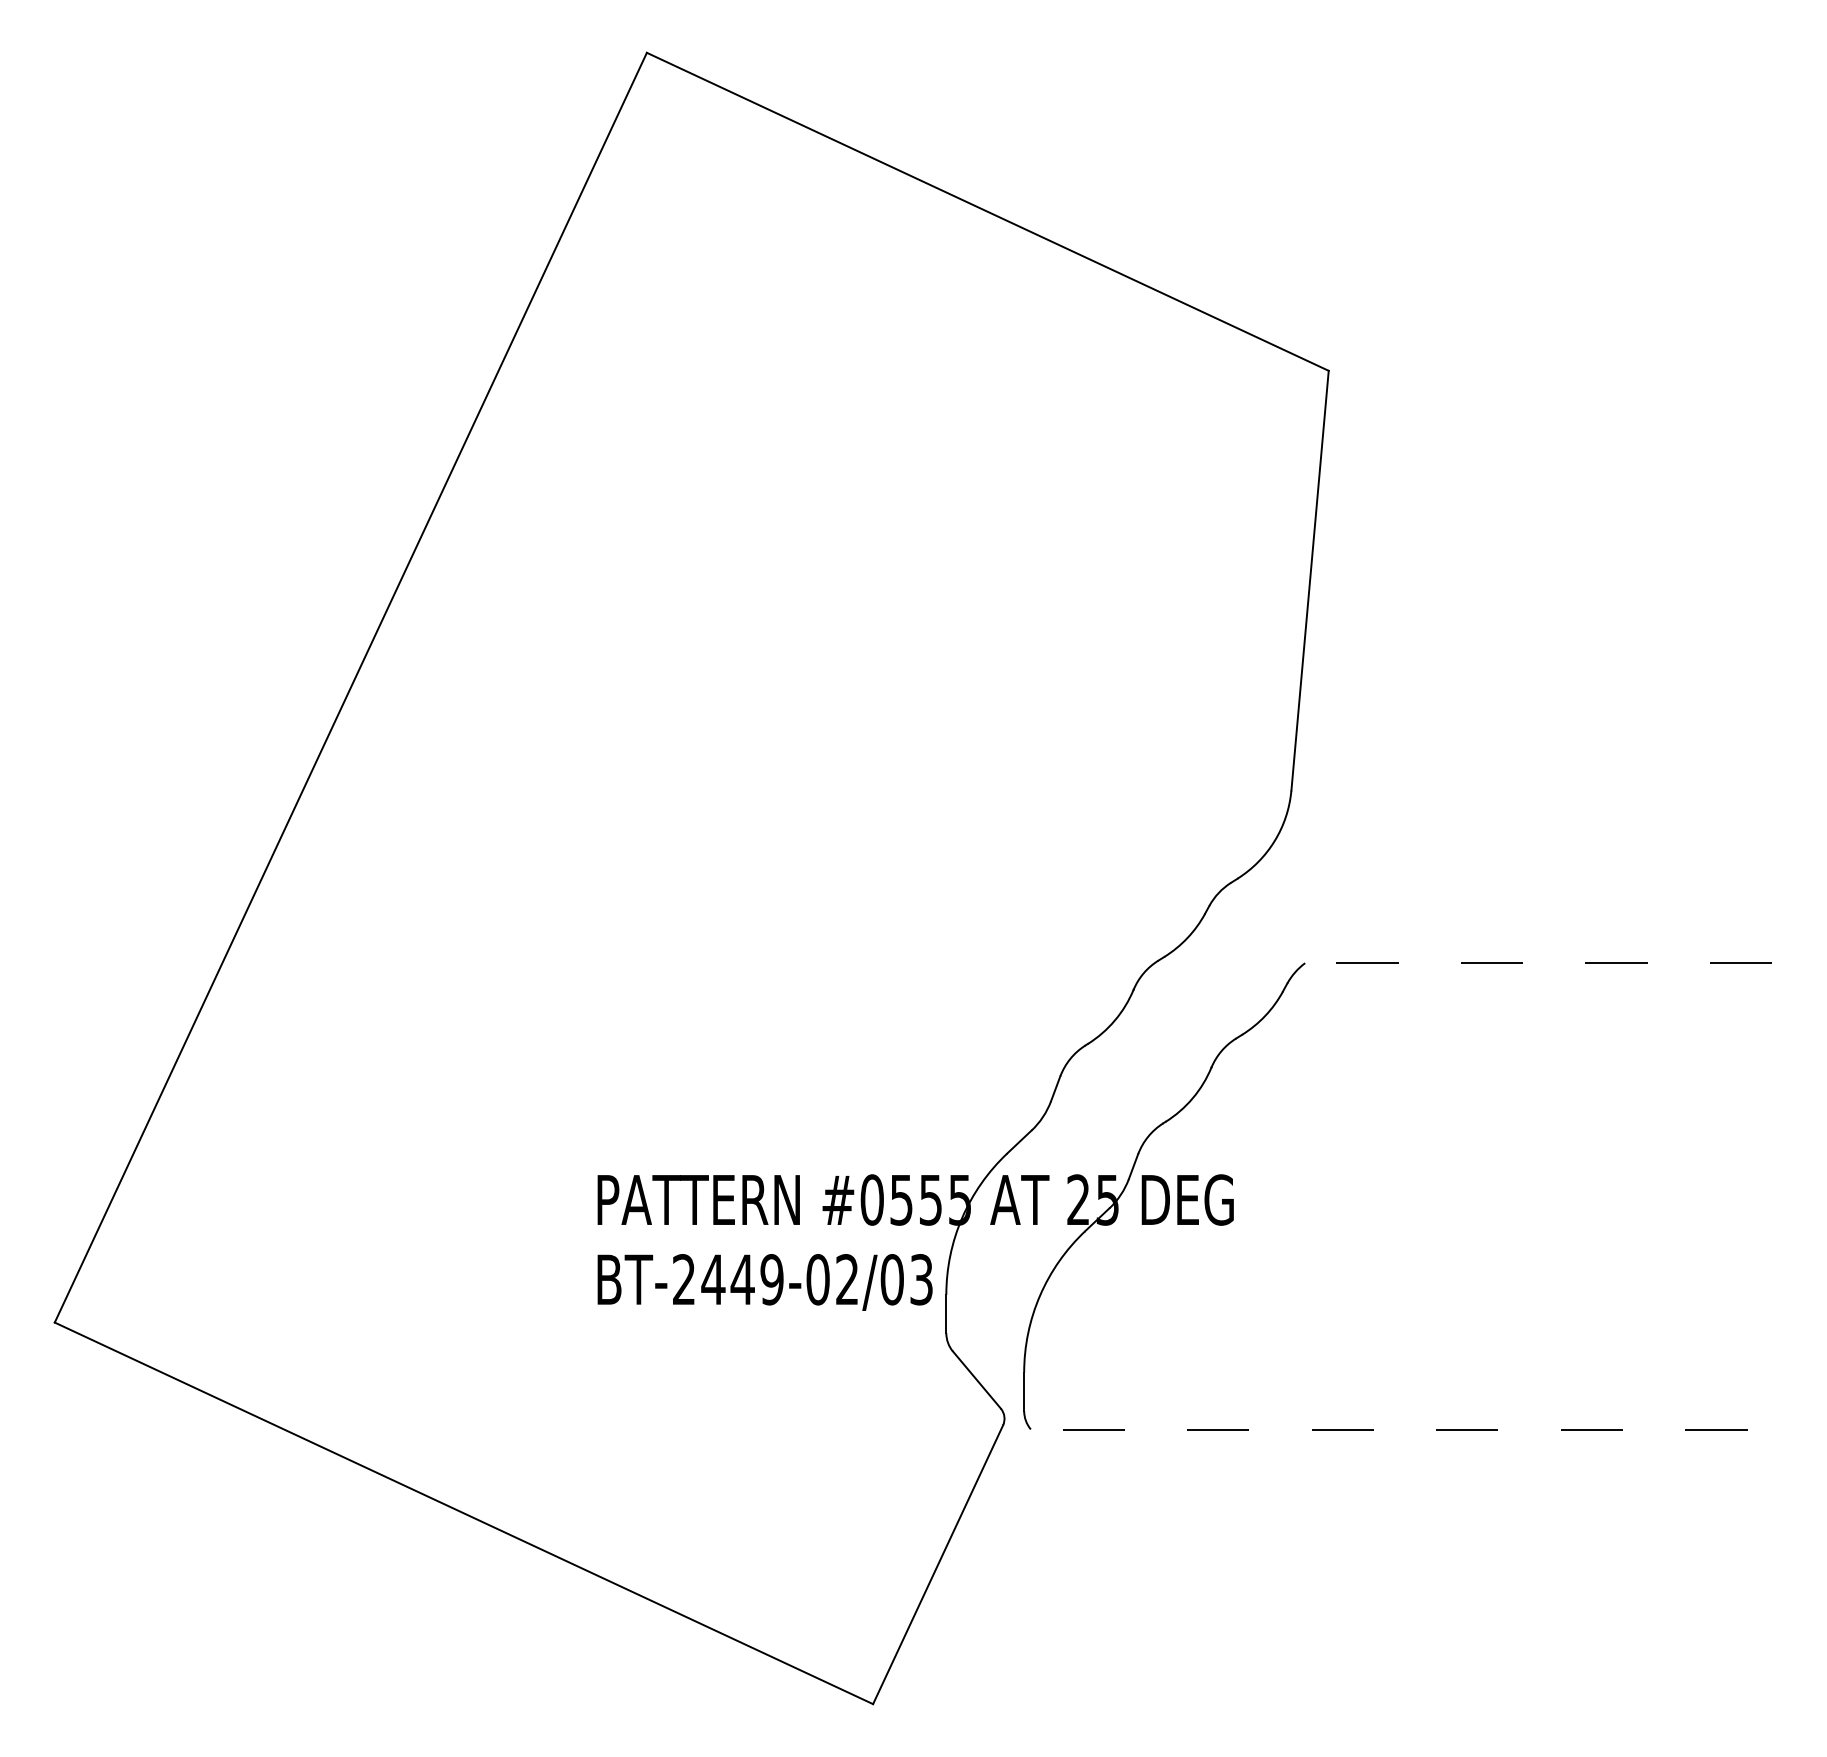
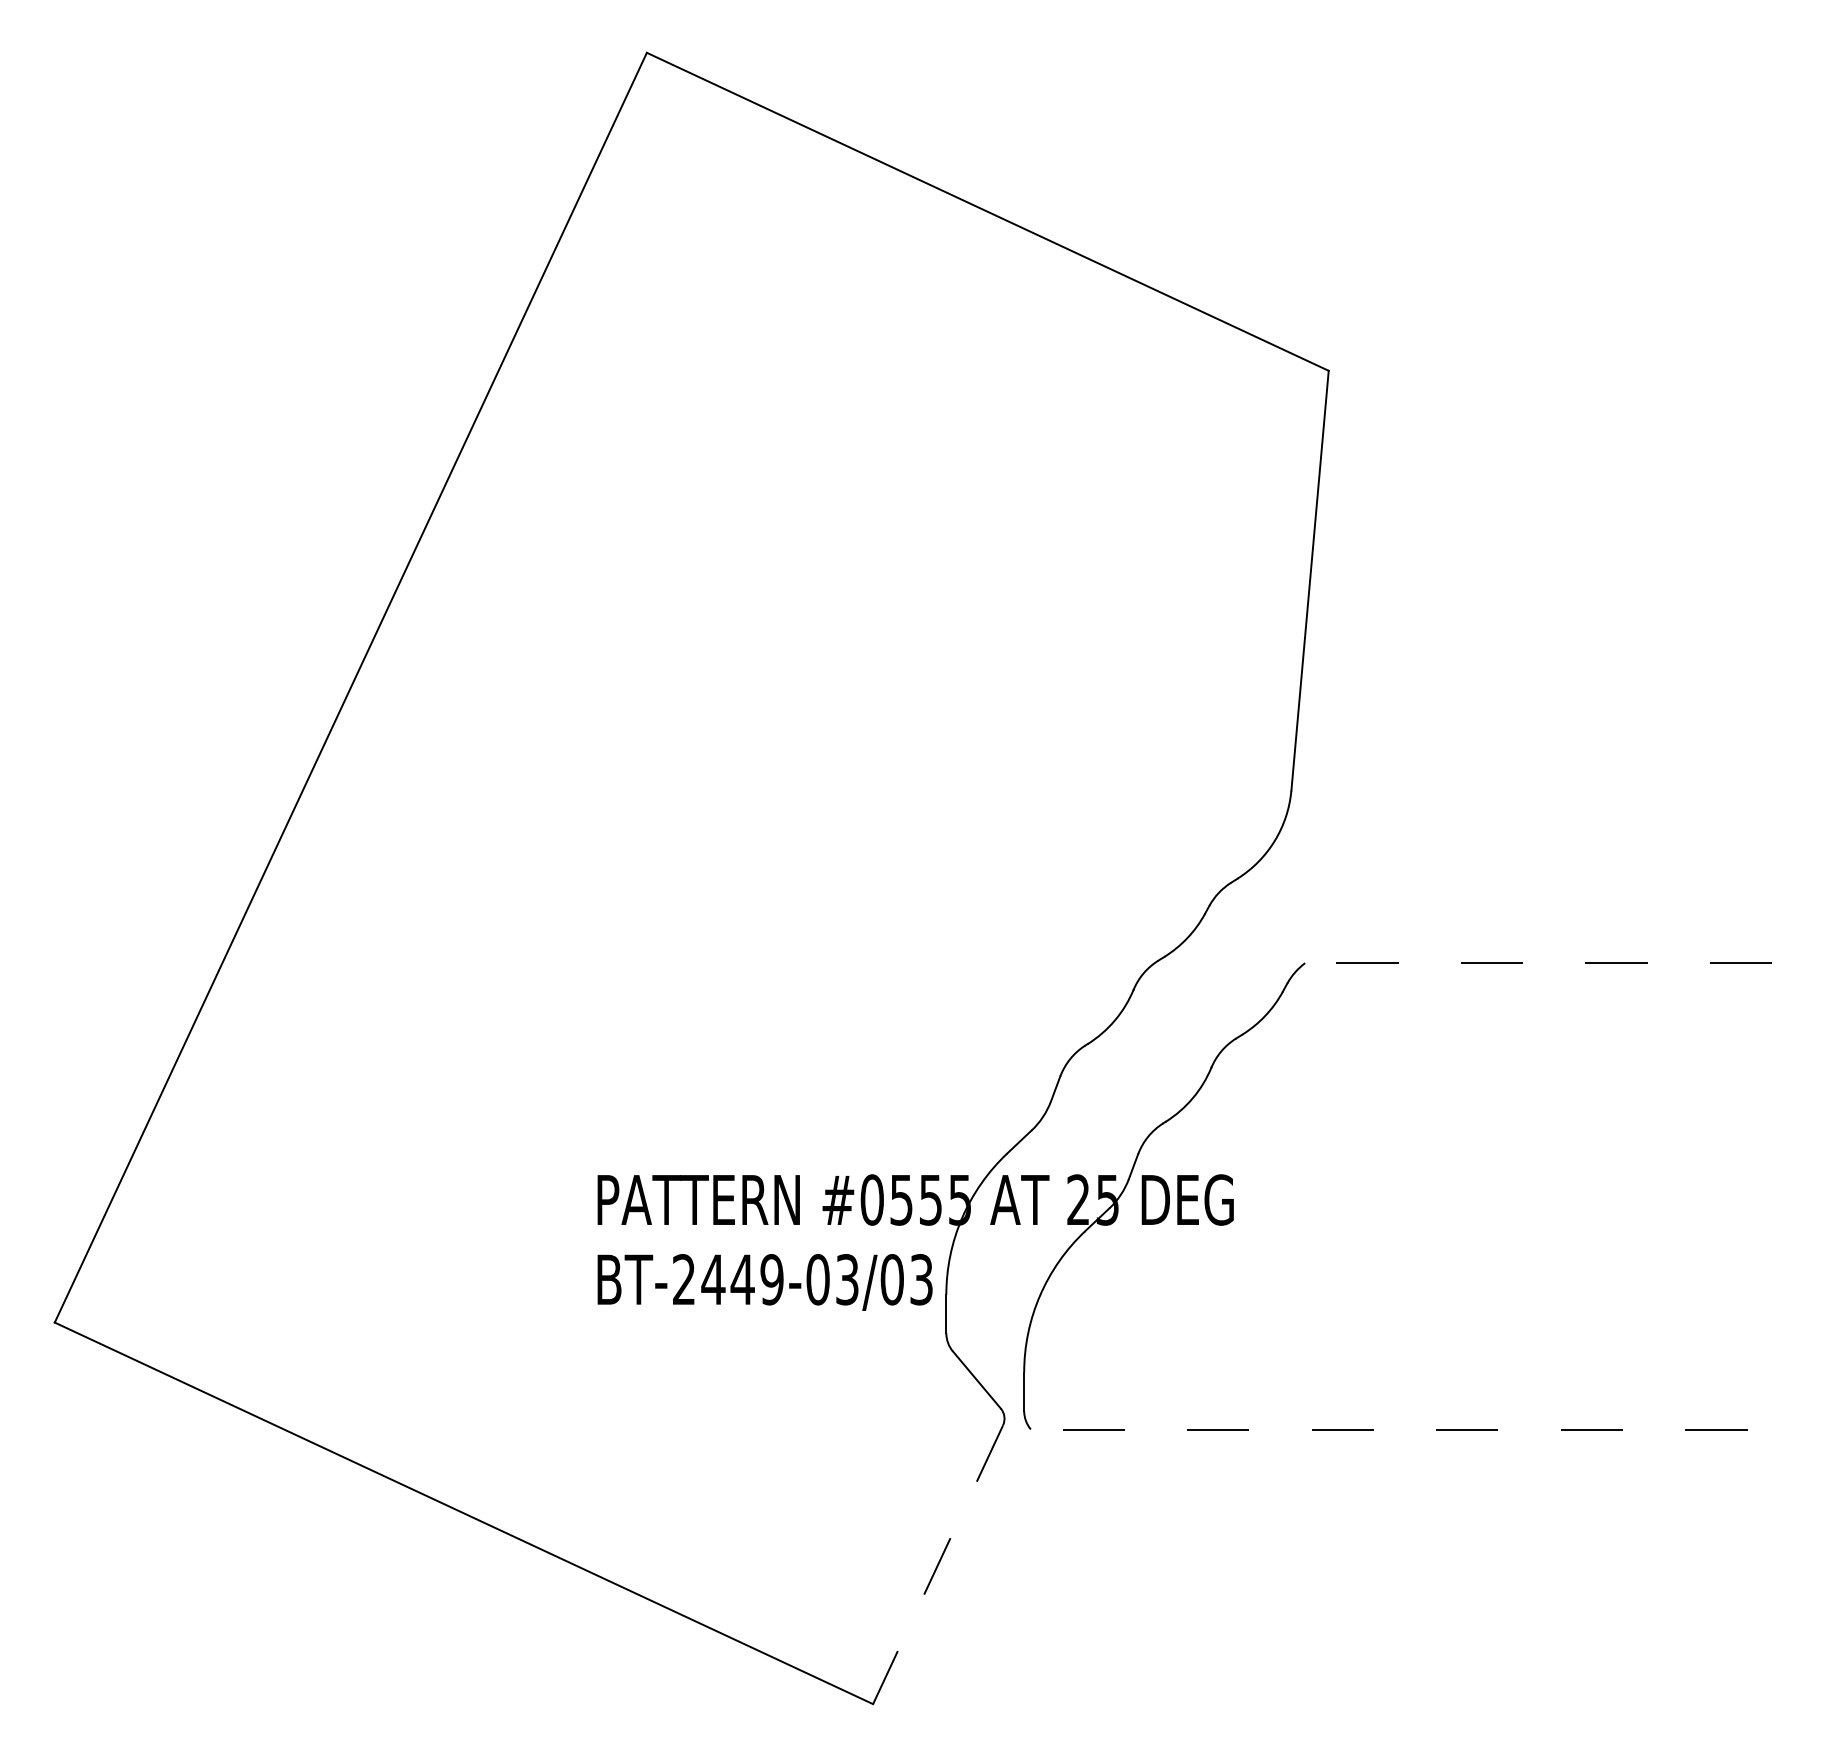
text at (847, 1279): BT-2449-02/03 -> BT-2449-03/03
line at (938, 1564): solid -> dashed
